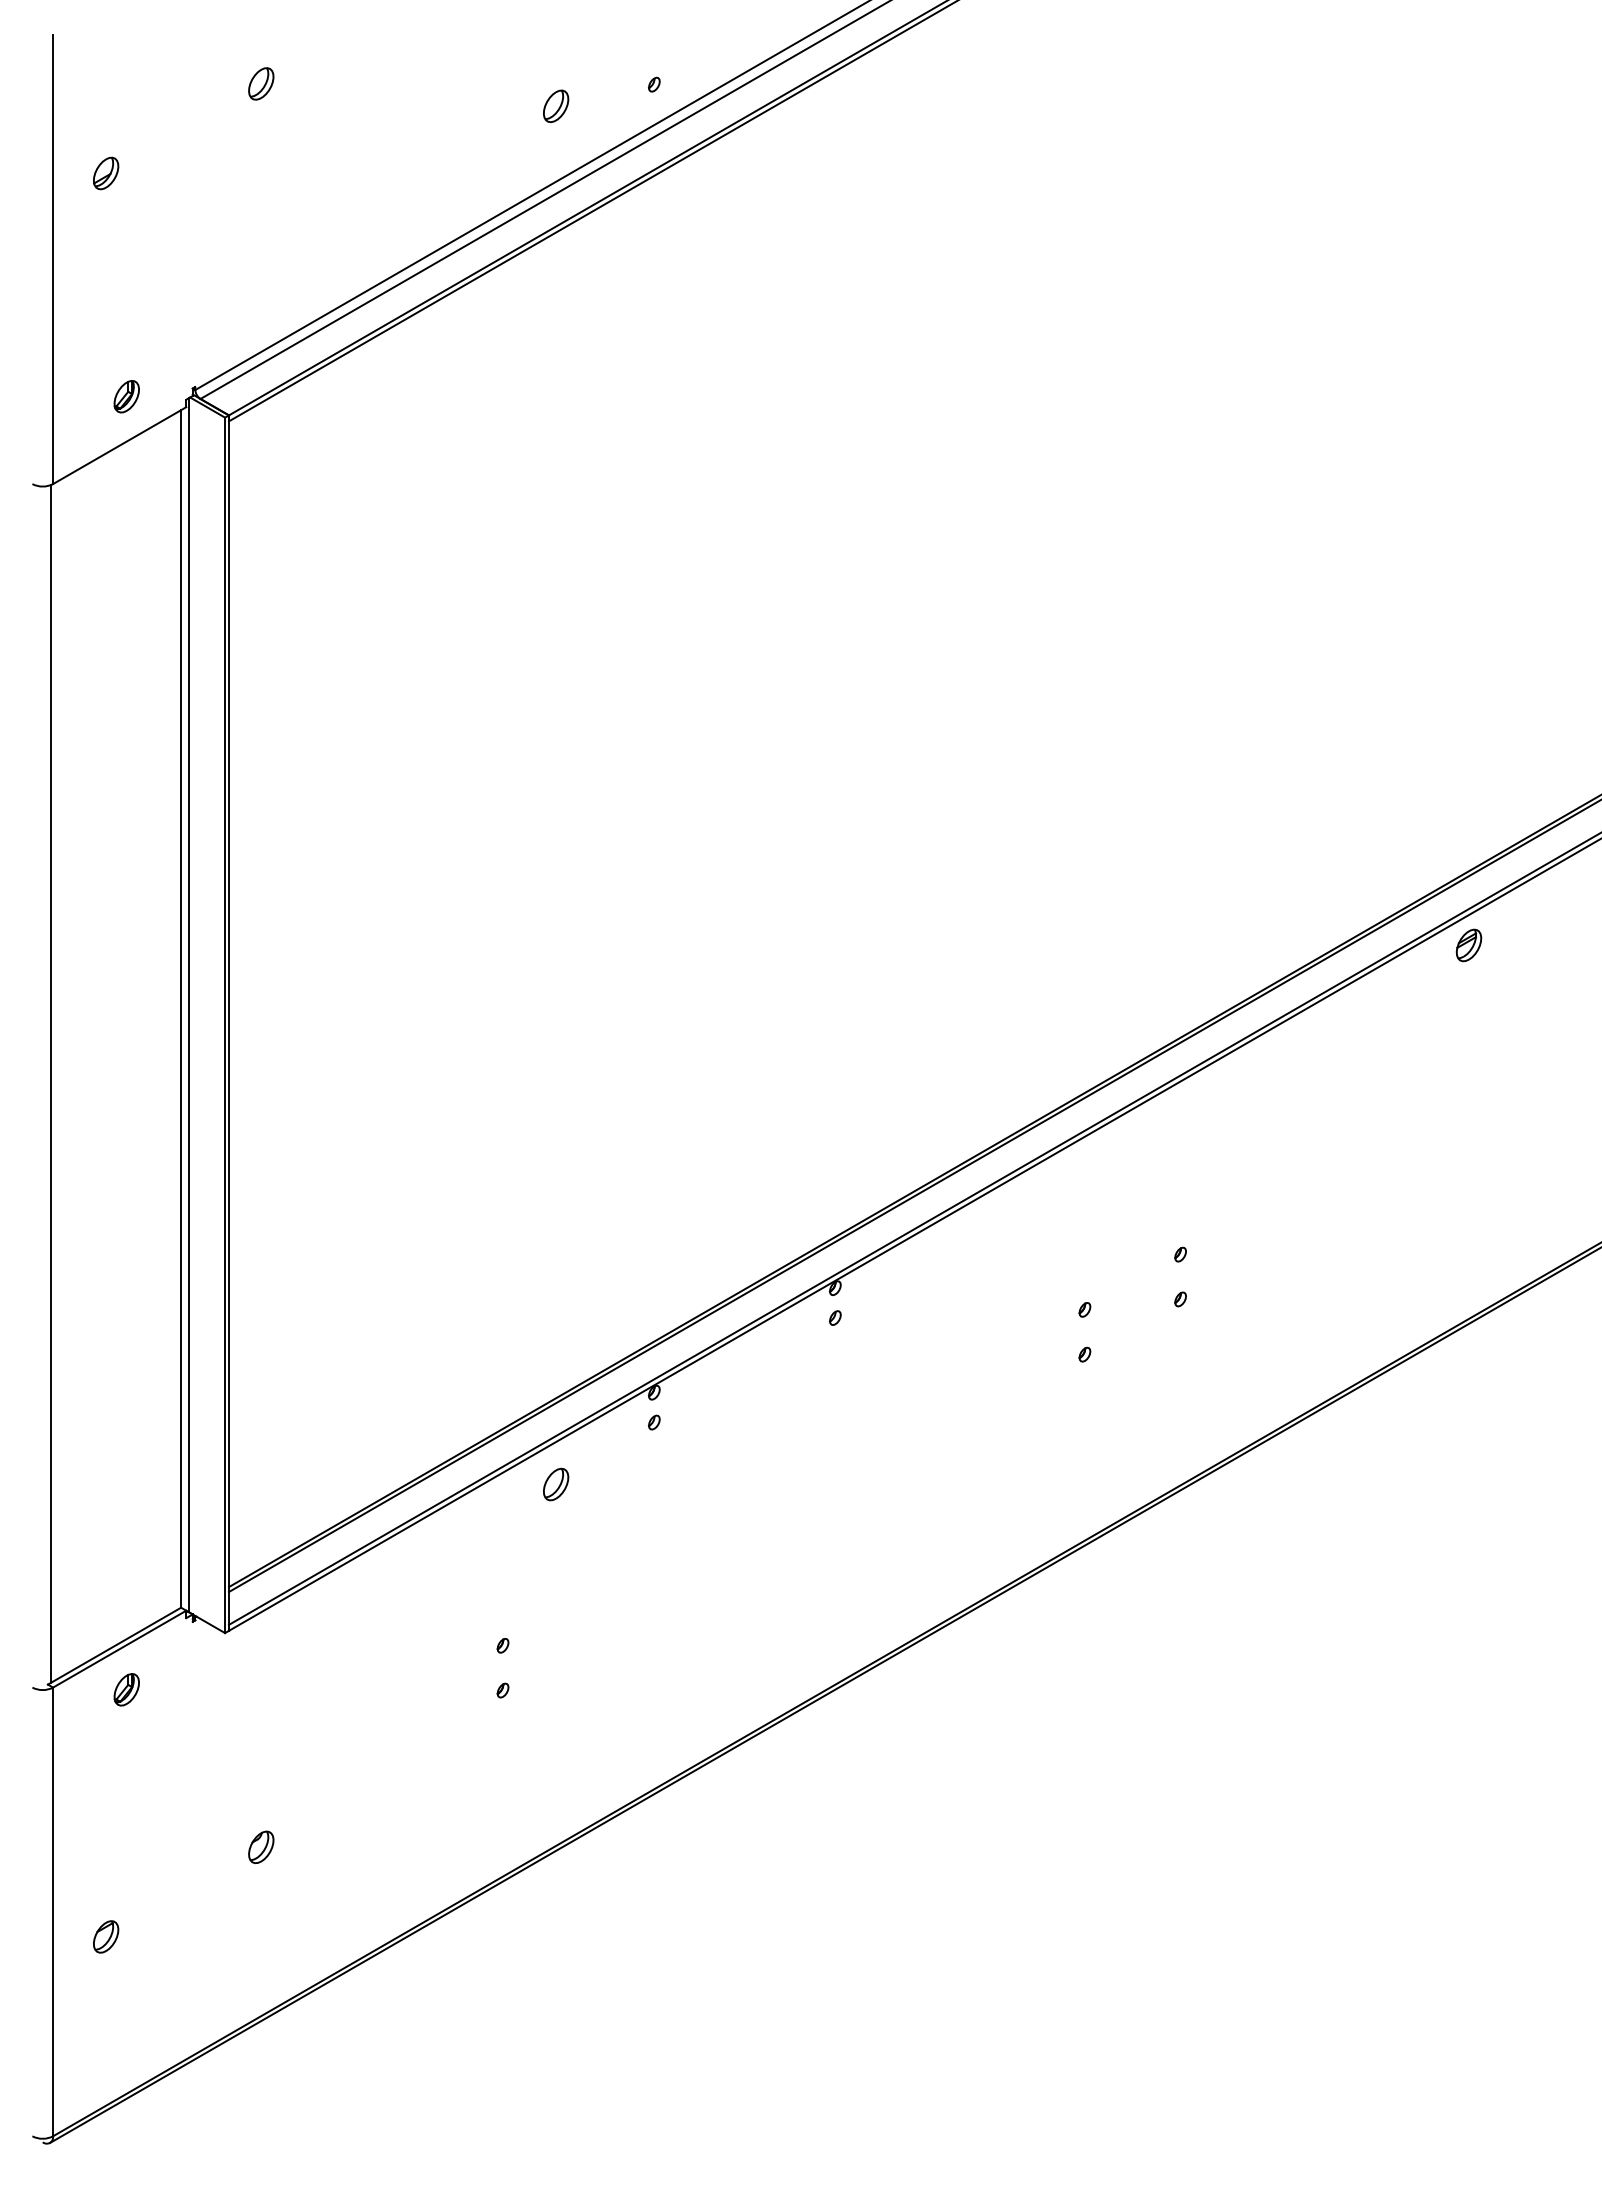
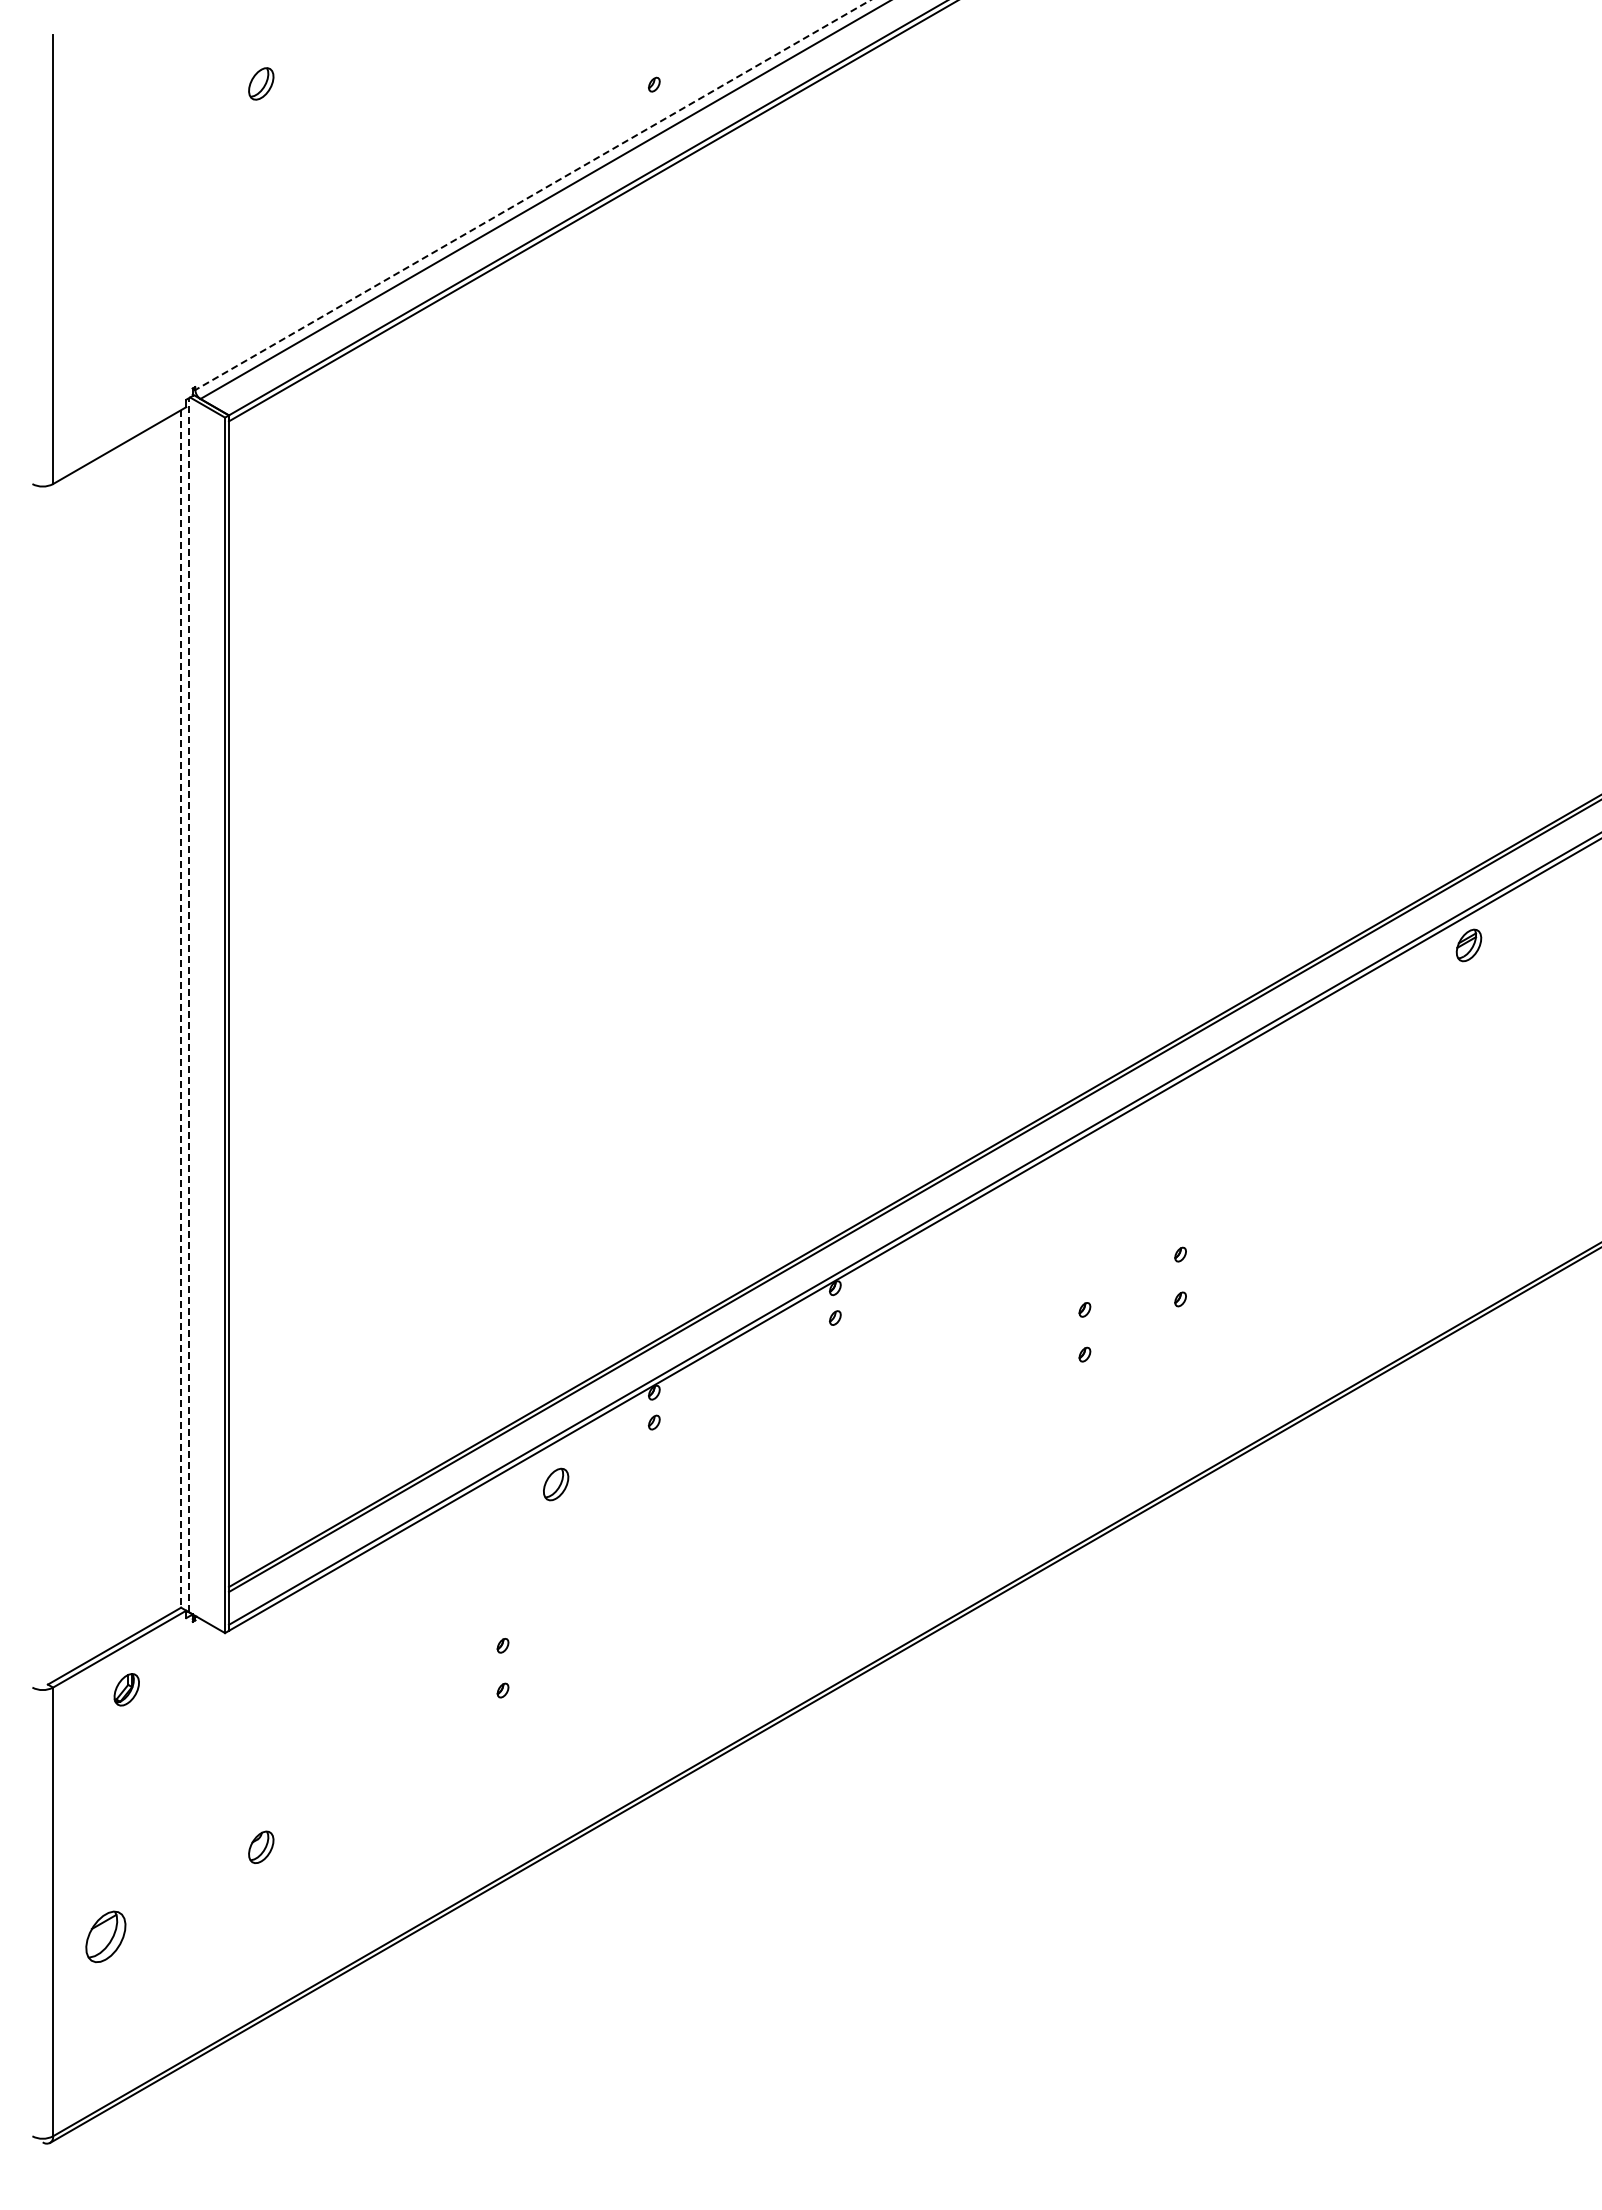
part at (556, 105): present -> none
part at (106, 173): present -> none
line at (533, 195): solid -> dashed
part at (126, 396): present -> none
line at (188, 1005): solid -> dashed
line at (181, 1008): solid -> dashed
line at (50, 1084): present -> none
part at (106, 1936) size: 27x34 px -> 42x53 px
